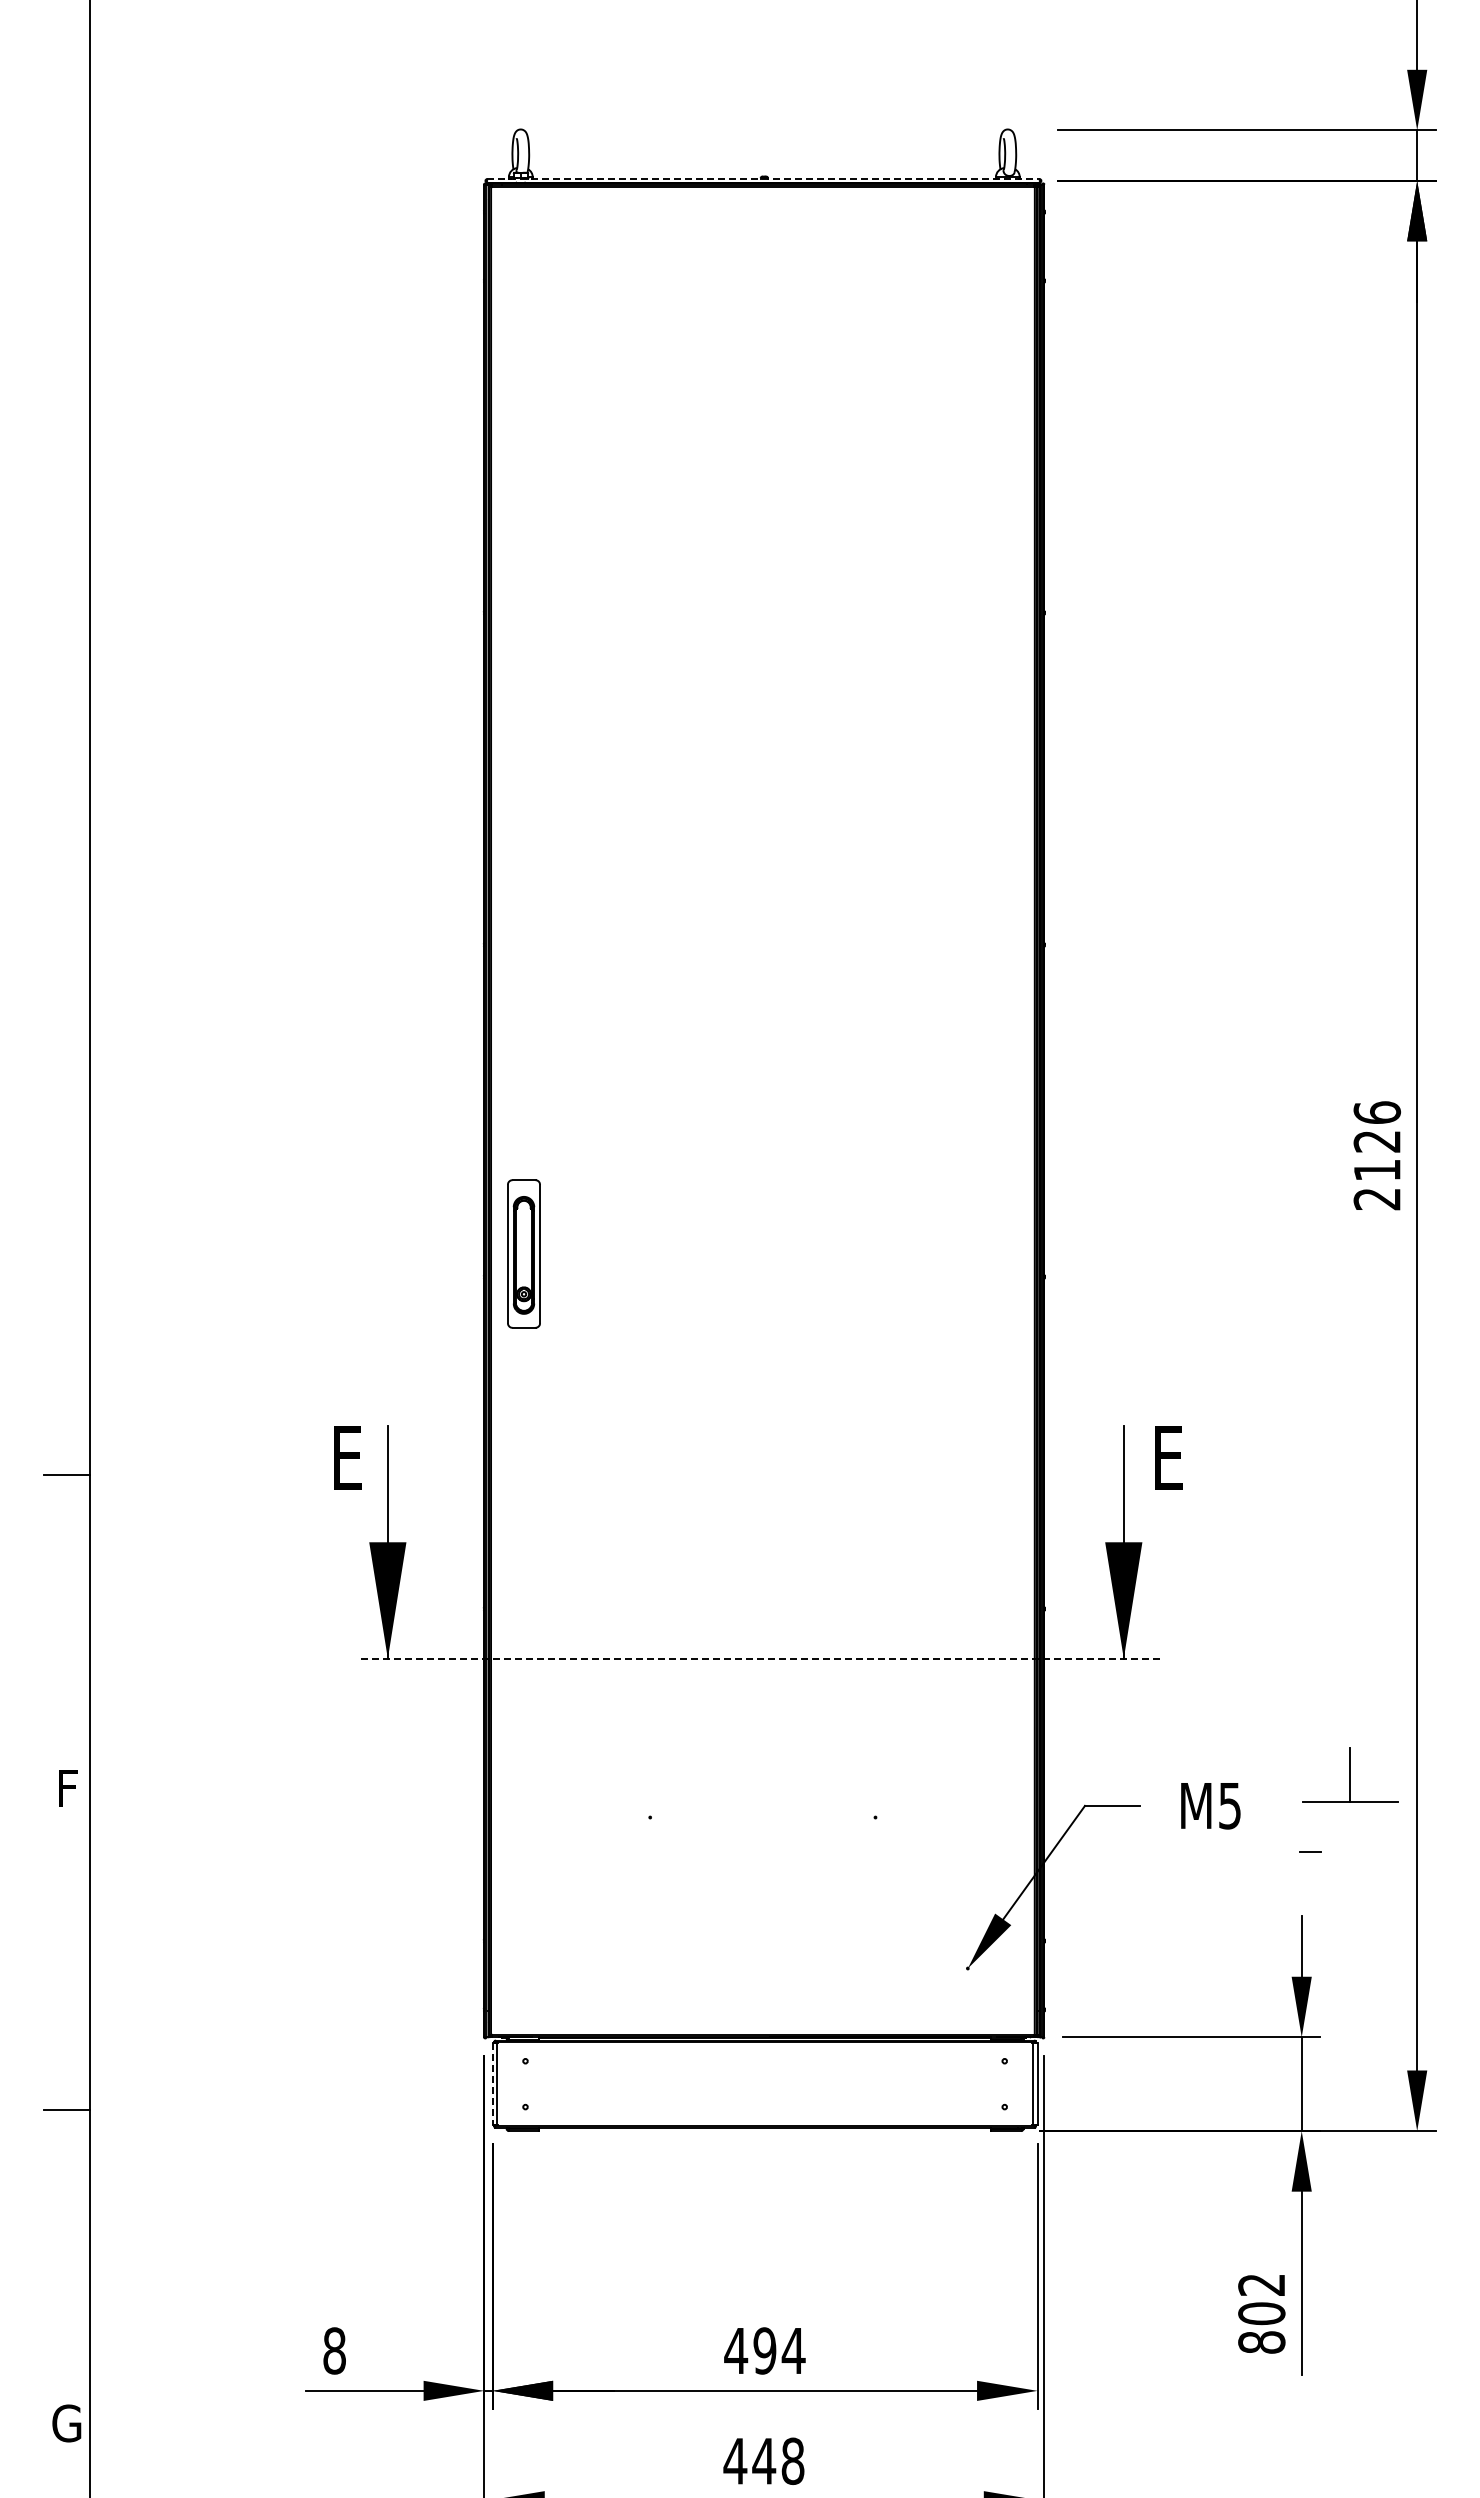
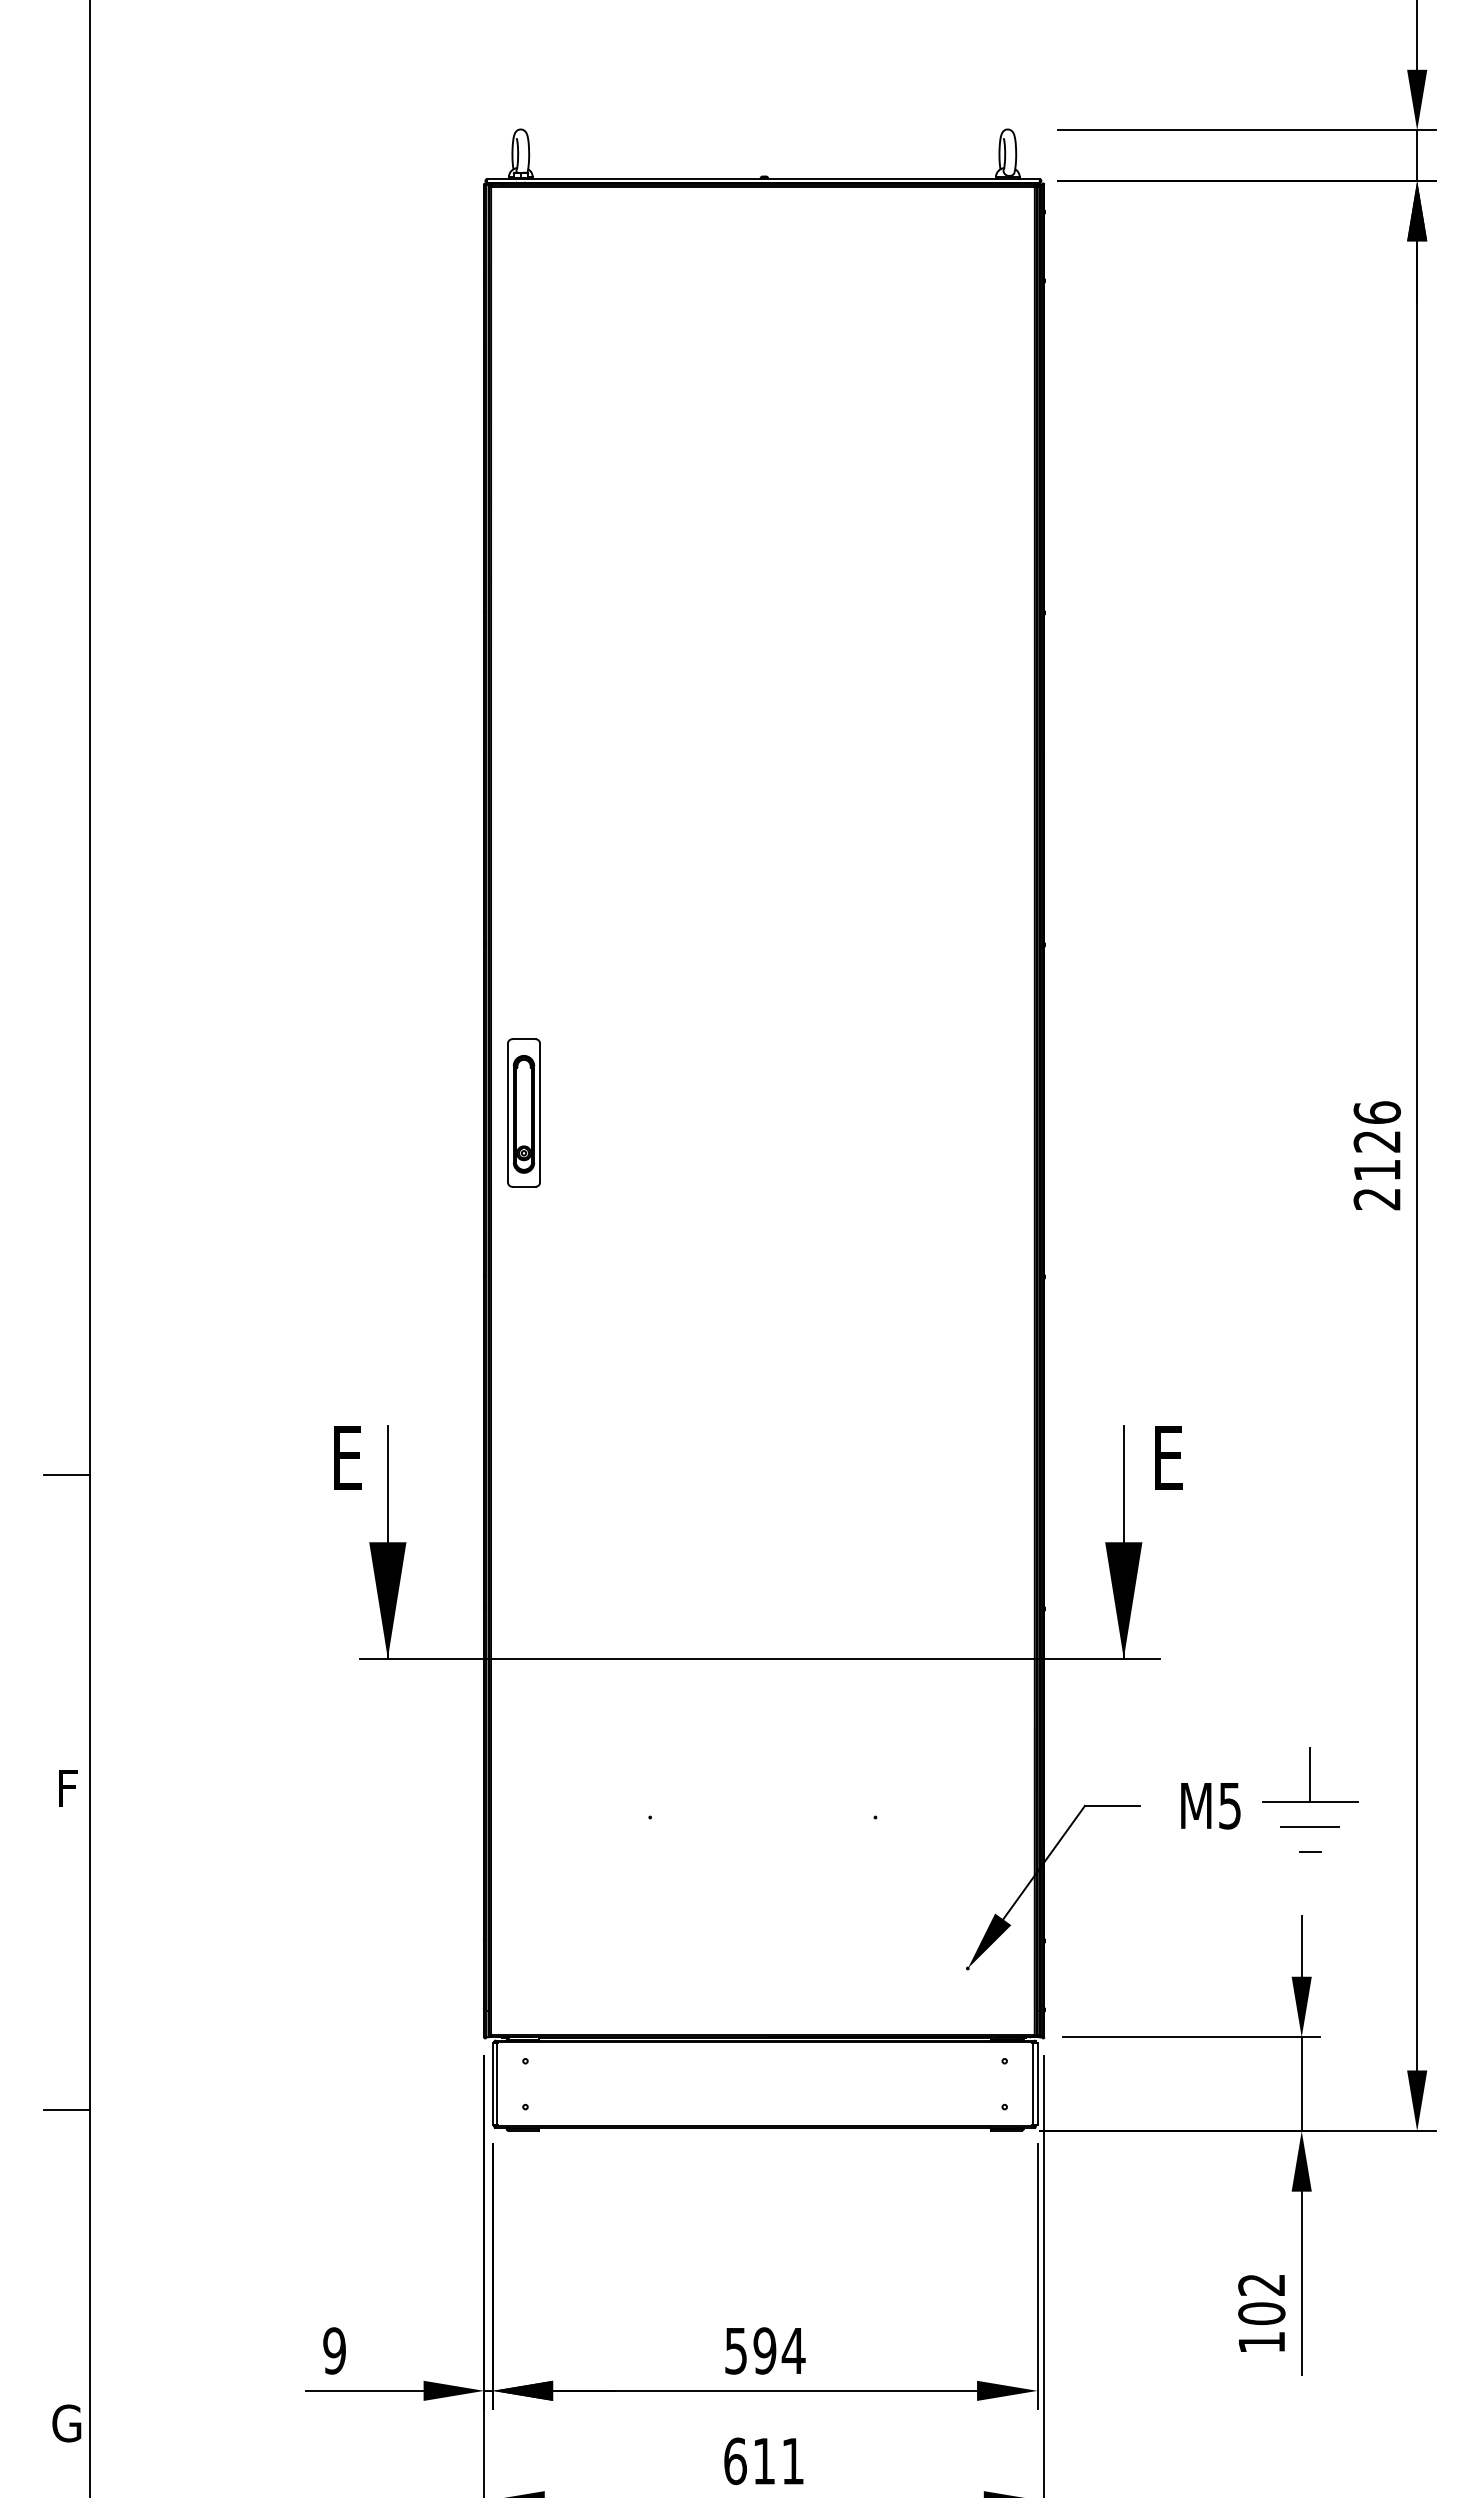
line at (763, 178): dashed -> solid
part at (523, 1253) position: (523, 1253) -> (523, 1112)
line at (759, 1658): dashed -> solid
part at (1350, 1774) position: (1350, 1774) -> (1310, 1774)
line at (1310, 1826): none -> present
line at (492, 2084): dashed -> solid
text at (1261, 2342): 802 -> 102
text at (334, 2350): 8 -> 9
text at (736, 2351): 494 -> 594
text at (763, 2461): 448 -> 611
